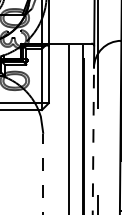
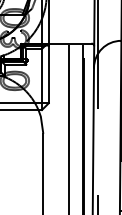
line at (93, 140): dashed -> solid
line at (43, 173): dashed -> solid
